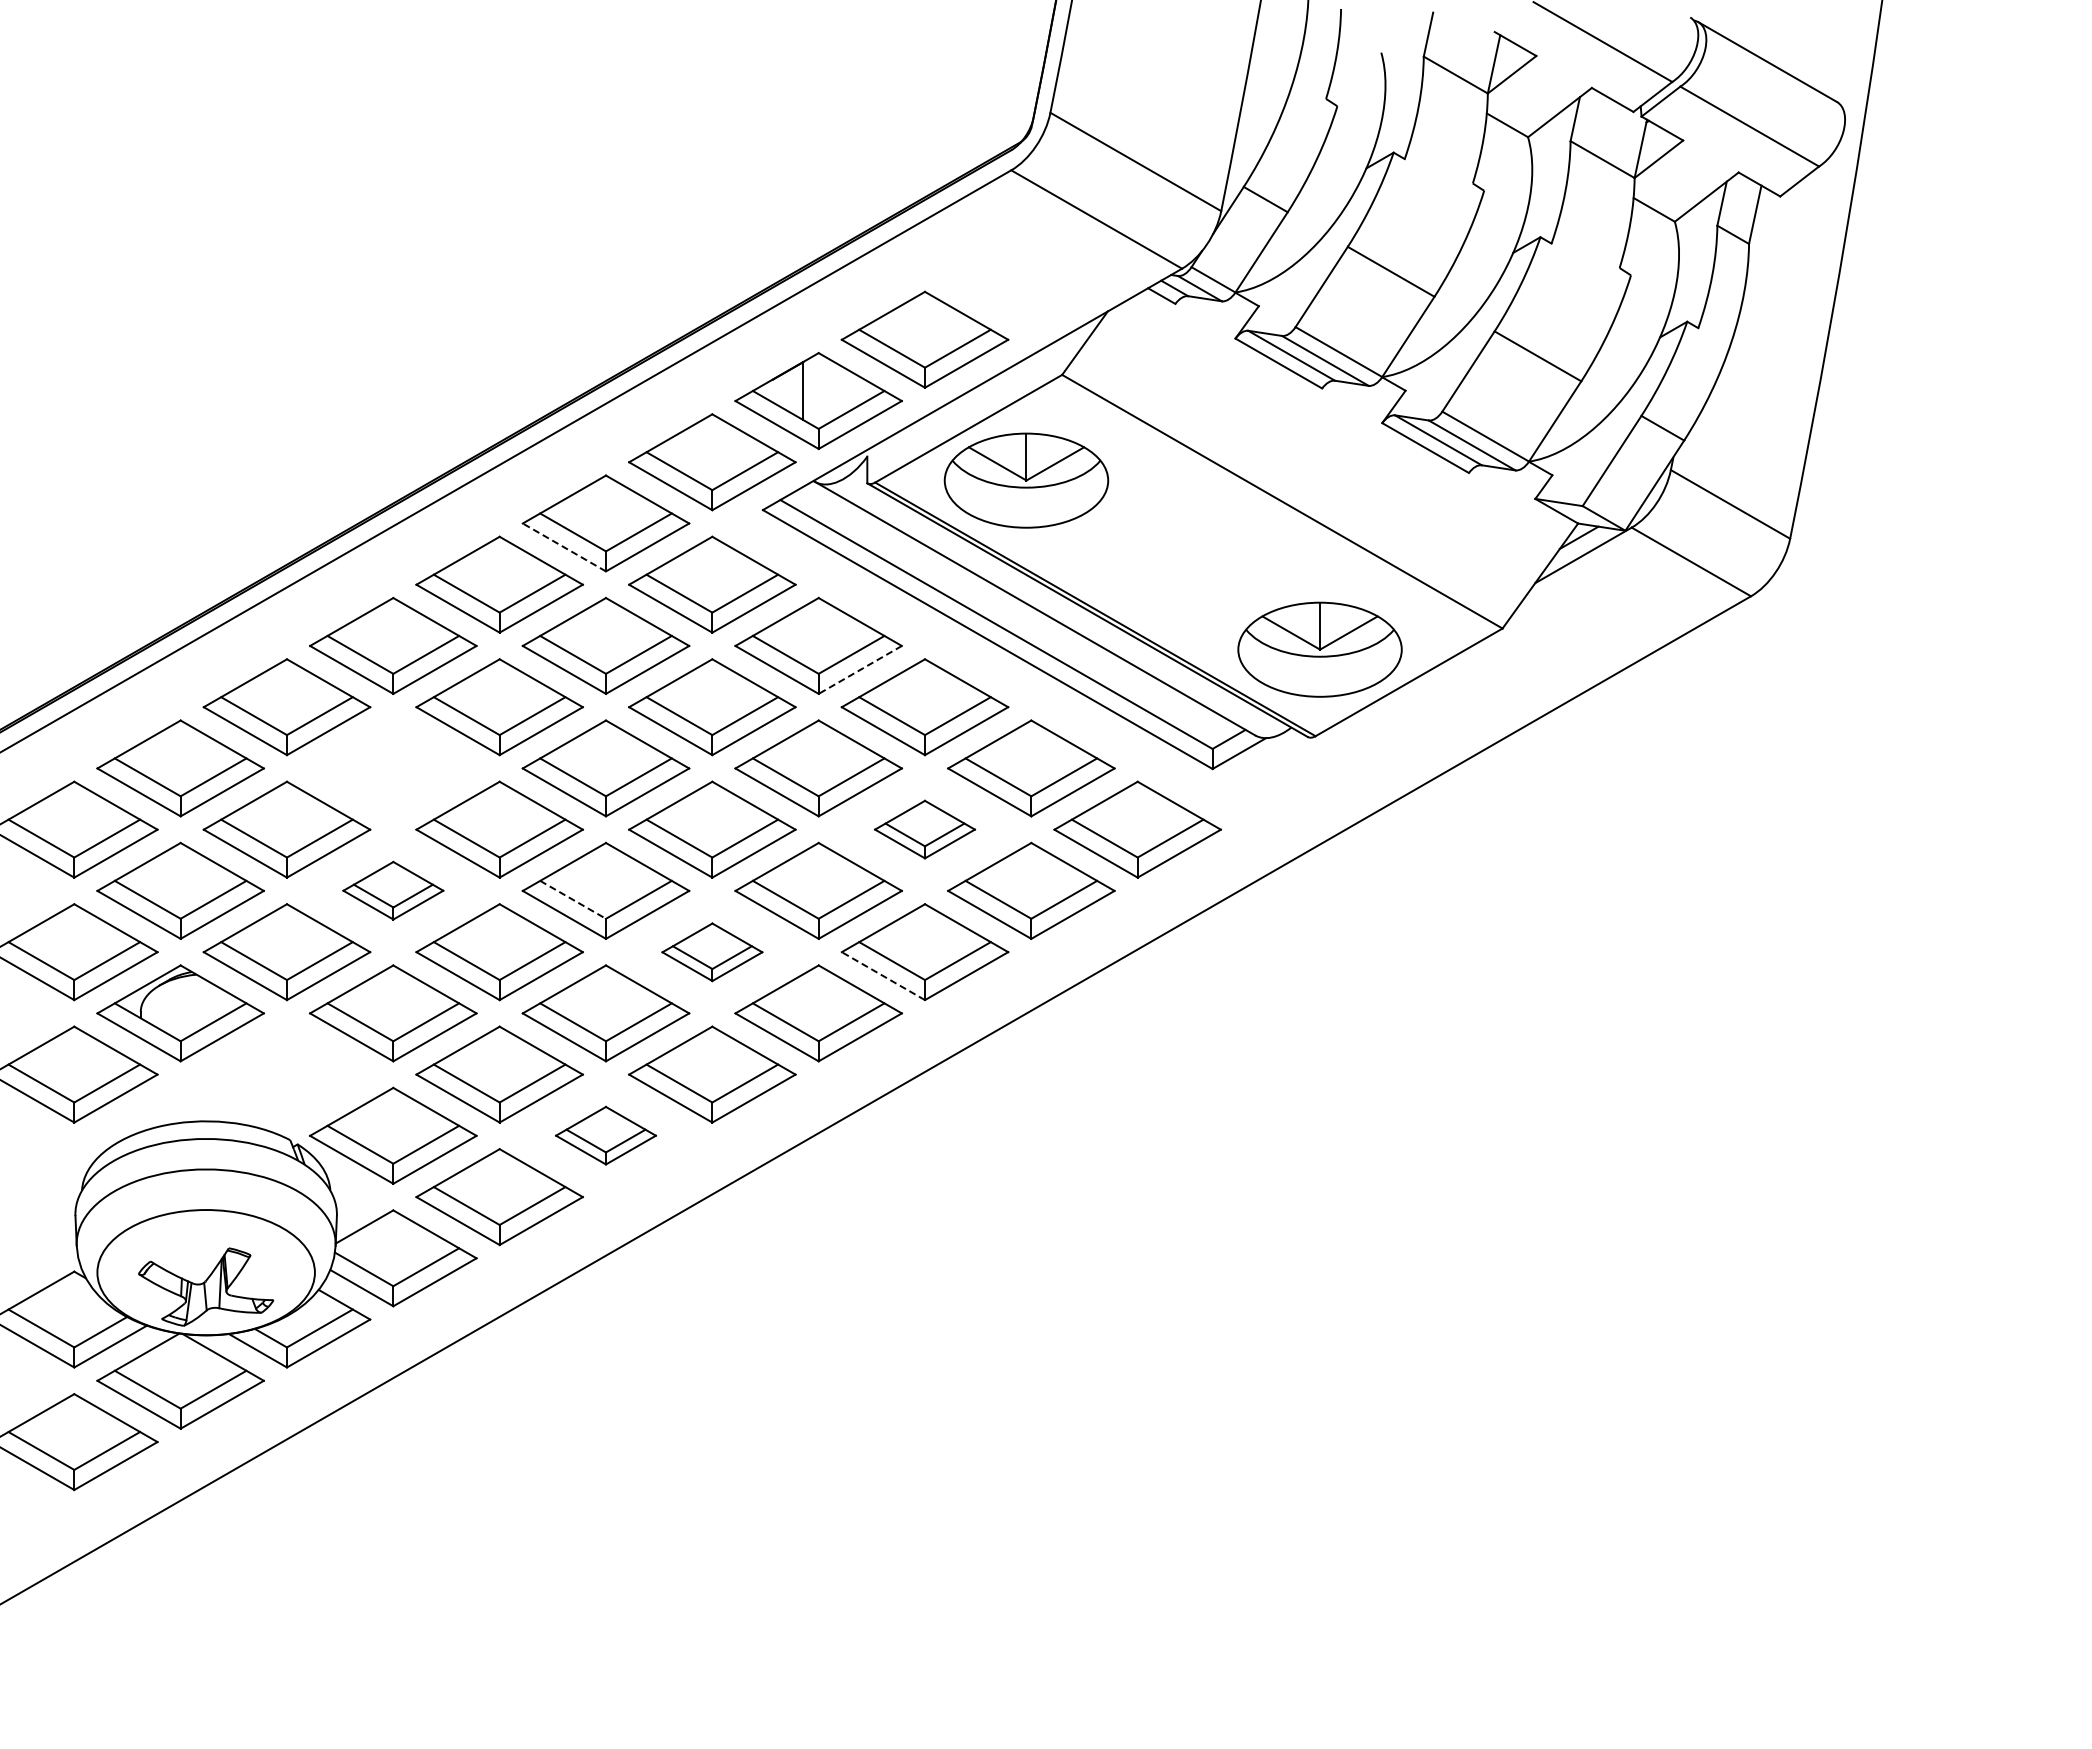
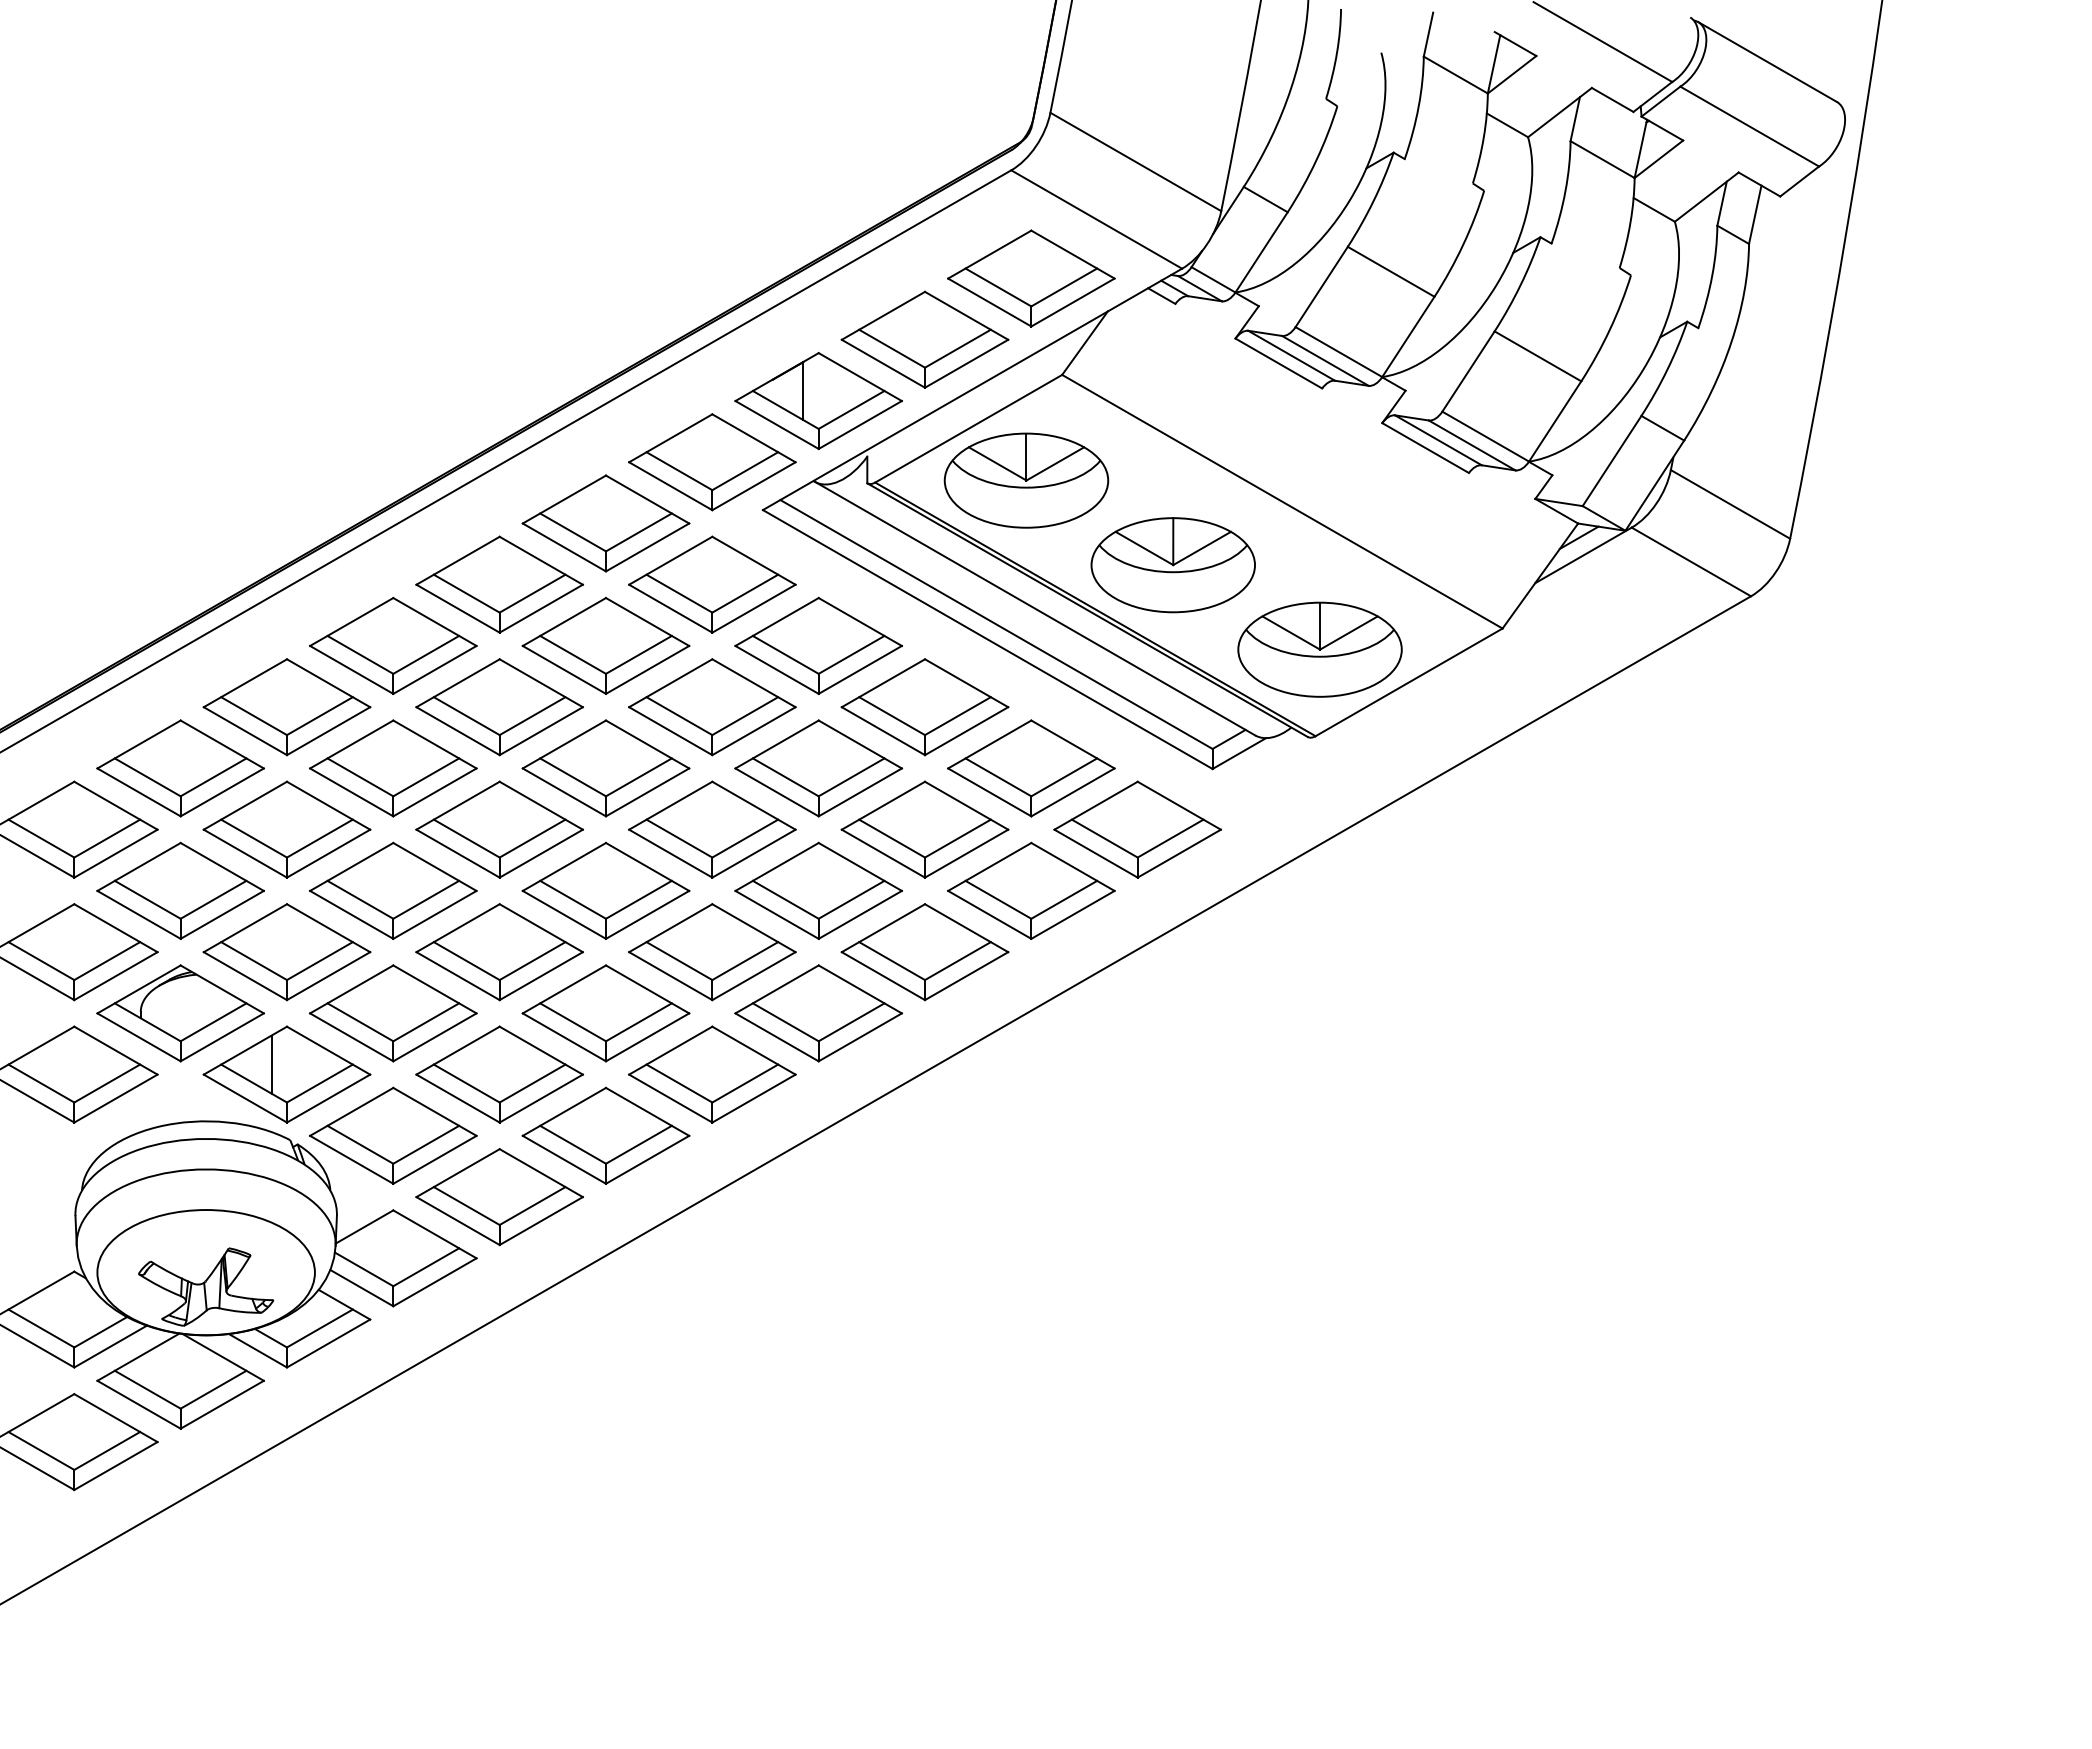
part at (1031, 278): none -> present
line at (563, 547): dashed -> solid
part at (1172, 565): none -> present
line at (859, 670): dashed -> solid
part at (393, 768): none -> present
part at (925, 829) size: 103x61 px -> 170x99 px
part at (393, 890) size: 103x61 px -> 169x99 px
line at (573, 899): dashed -> solid
part at (712, 952) size: 103x61 px -> 169x99 px
line at (882, 975): dashed -> solid
part at (286, 1074): none -> present
part at (606, 1135) size: 103x61 px -> 170x99 px
